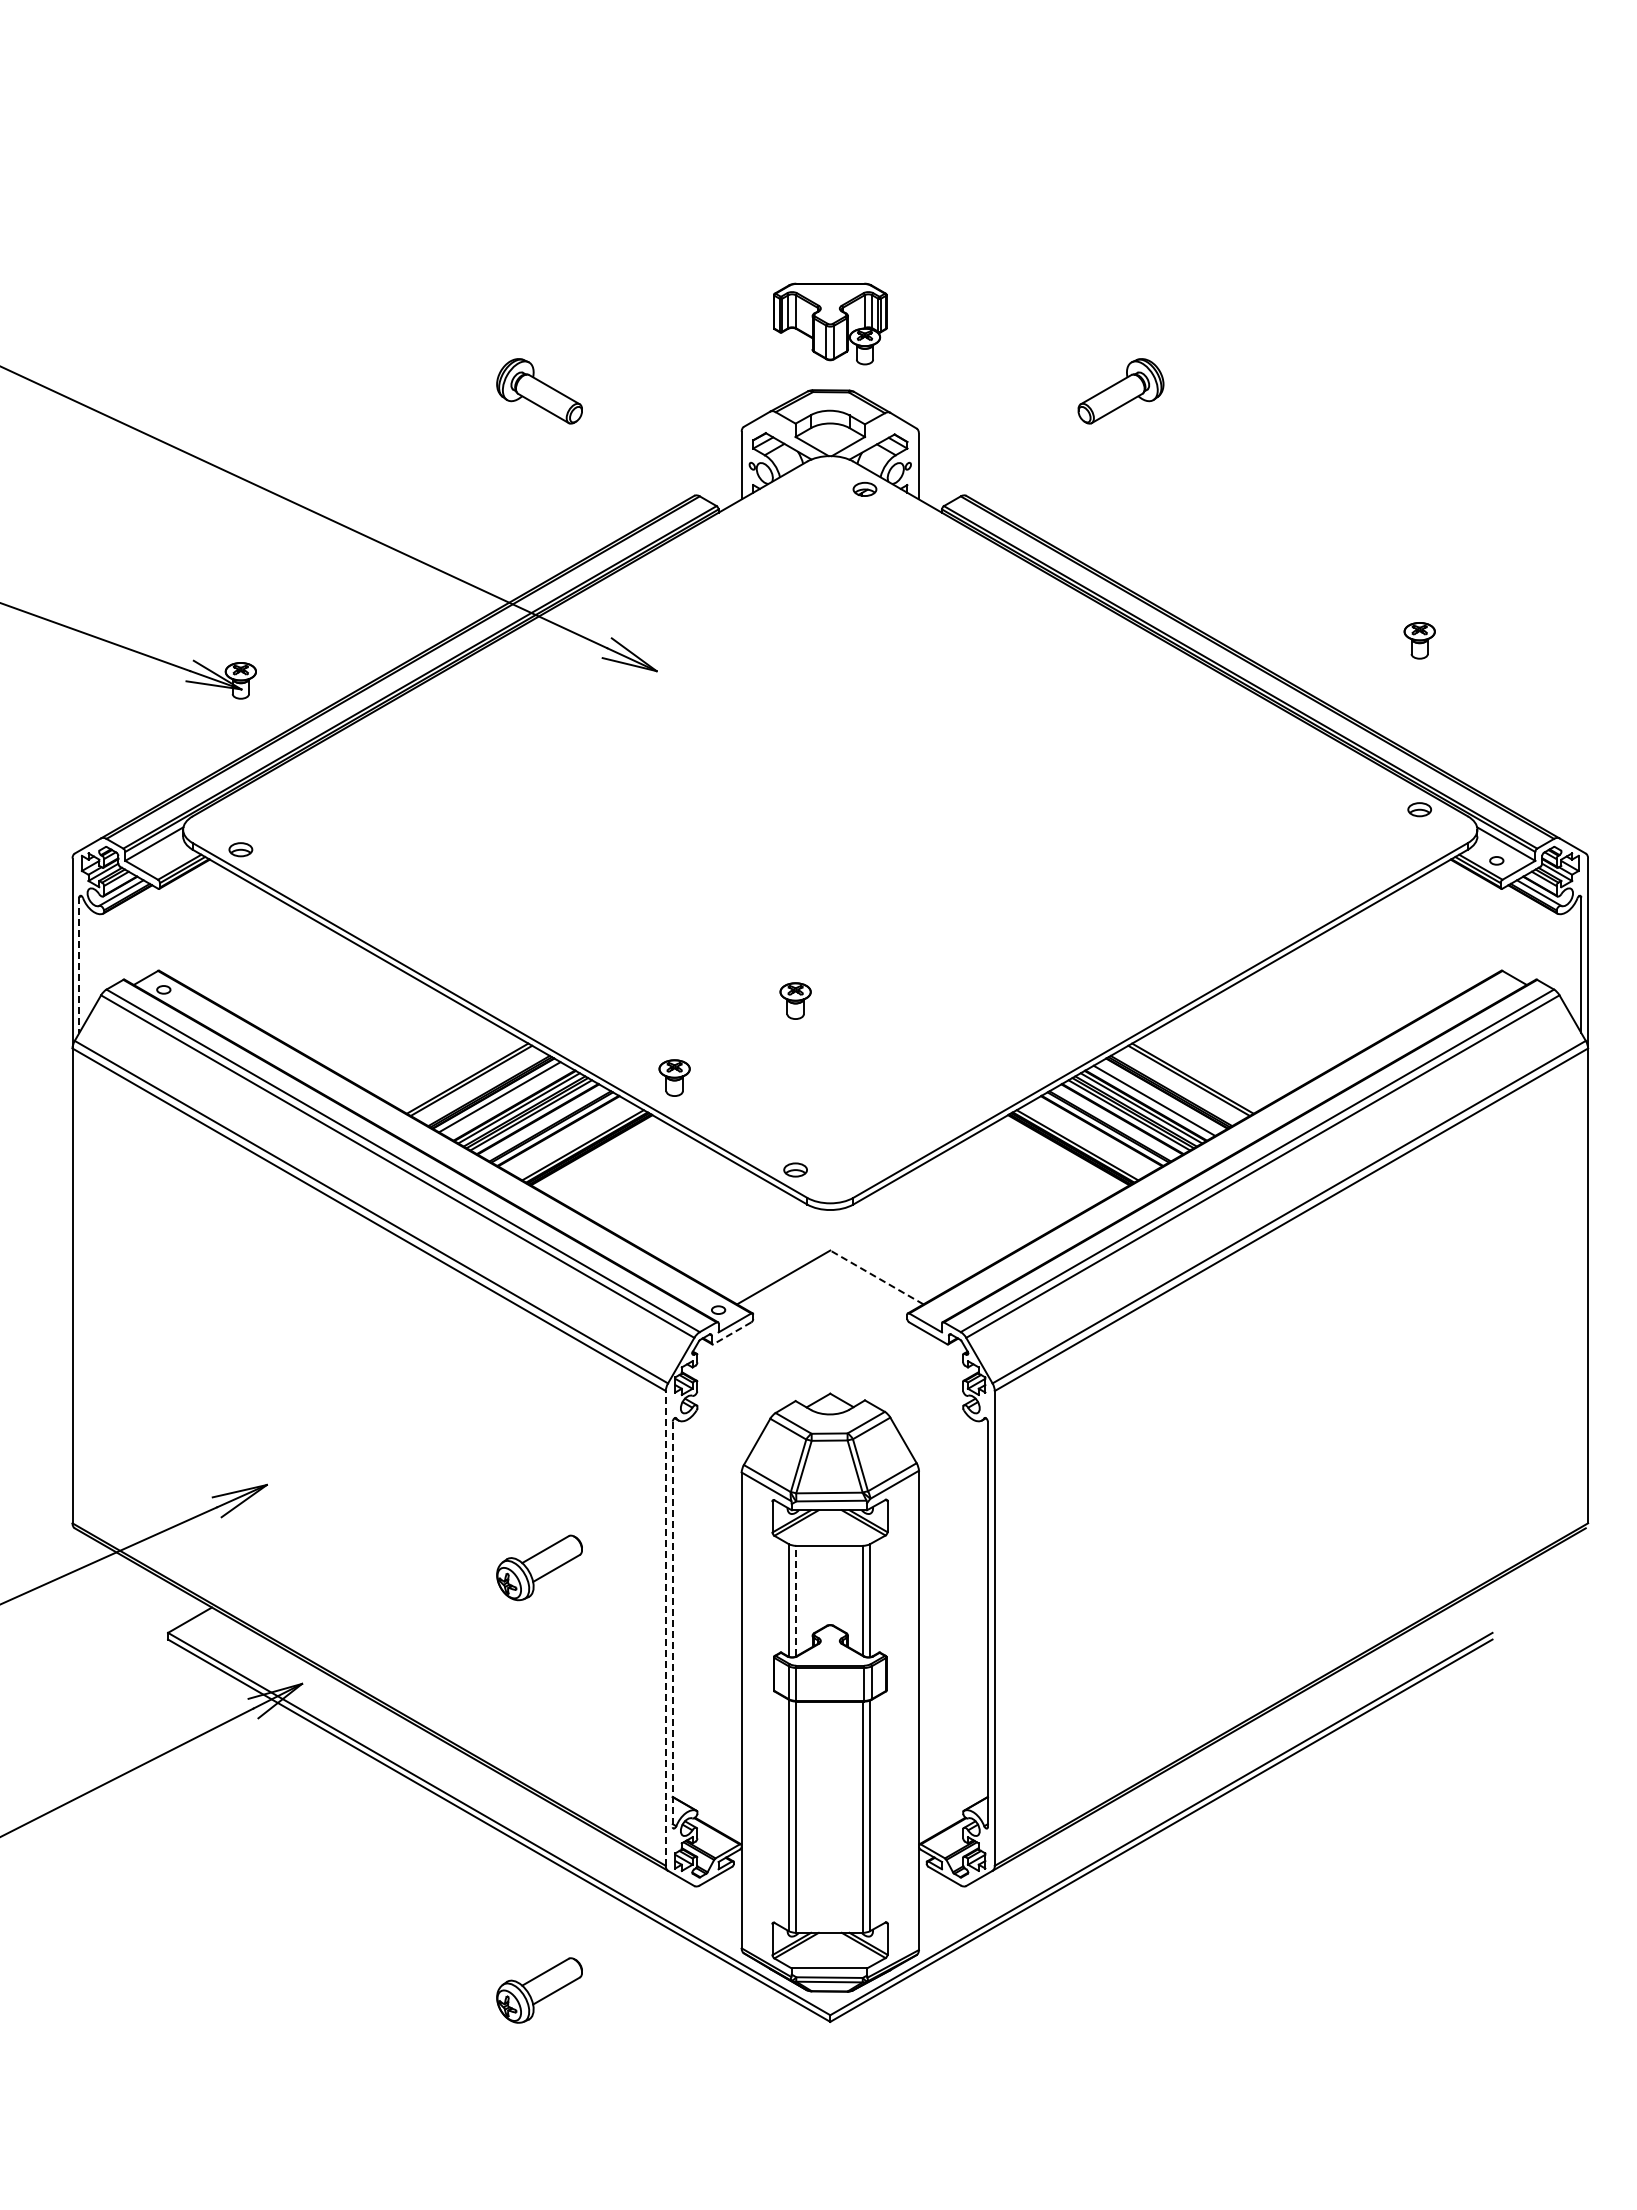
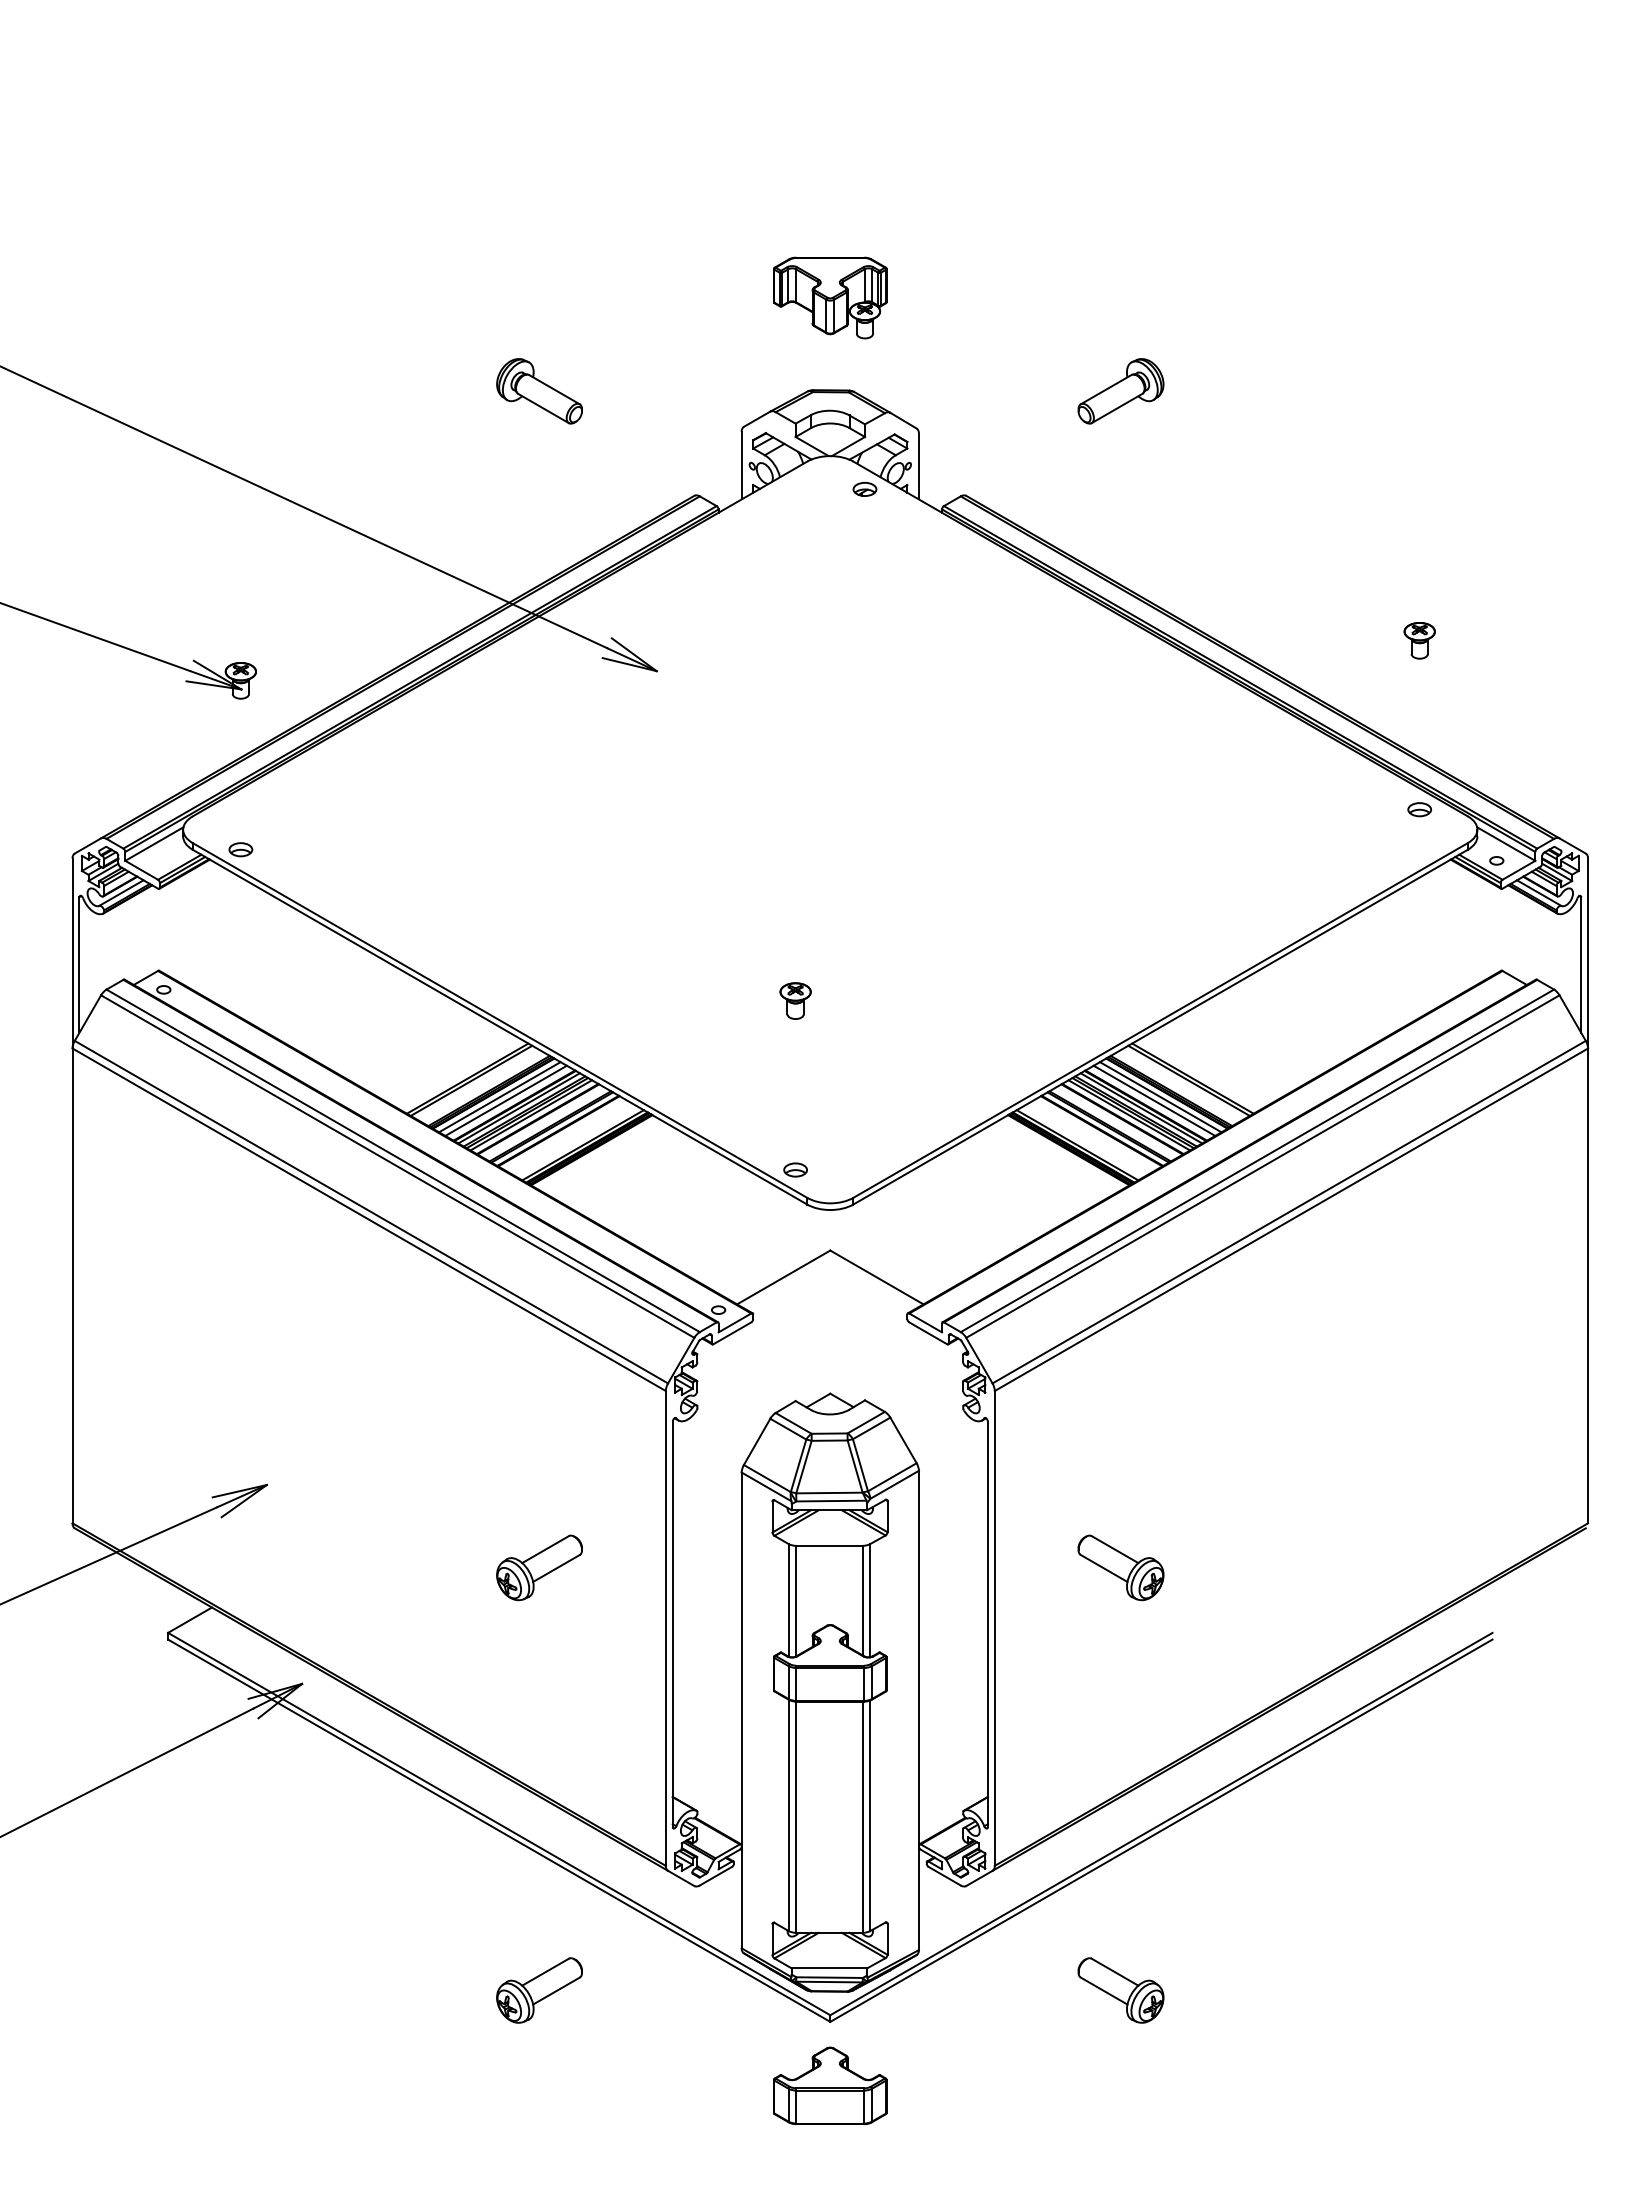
part at (830, 323) position: (830, 323) -> (830, 297)
line at (79, 964): dashed -> solid
part at (674, 1077): present -> none
line at (1160, 1097): none -> present
line at (505, 1100): none -> present
line at (876, 1277): dashed -> solid
line at (732, 1333): dashed -> solid
part at (1120, 1567): none -> present
line at (796, 1600): dashed -> solid
line at (672, 1624): dashed -> solid
line at (665, 1627): dashed -> solid
part at (1120, 1990): none -> present
part at (830, 2085): none -> present
